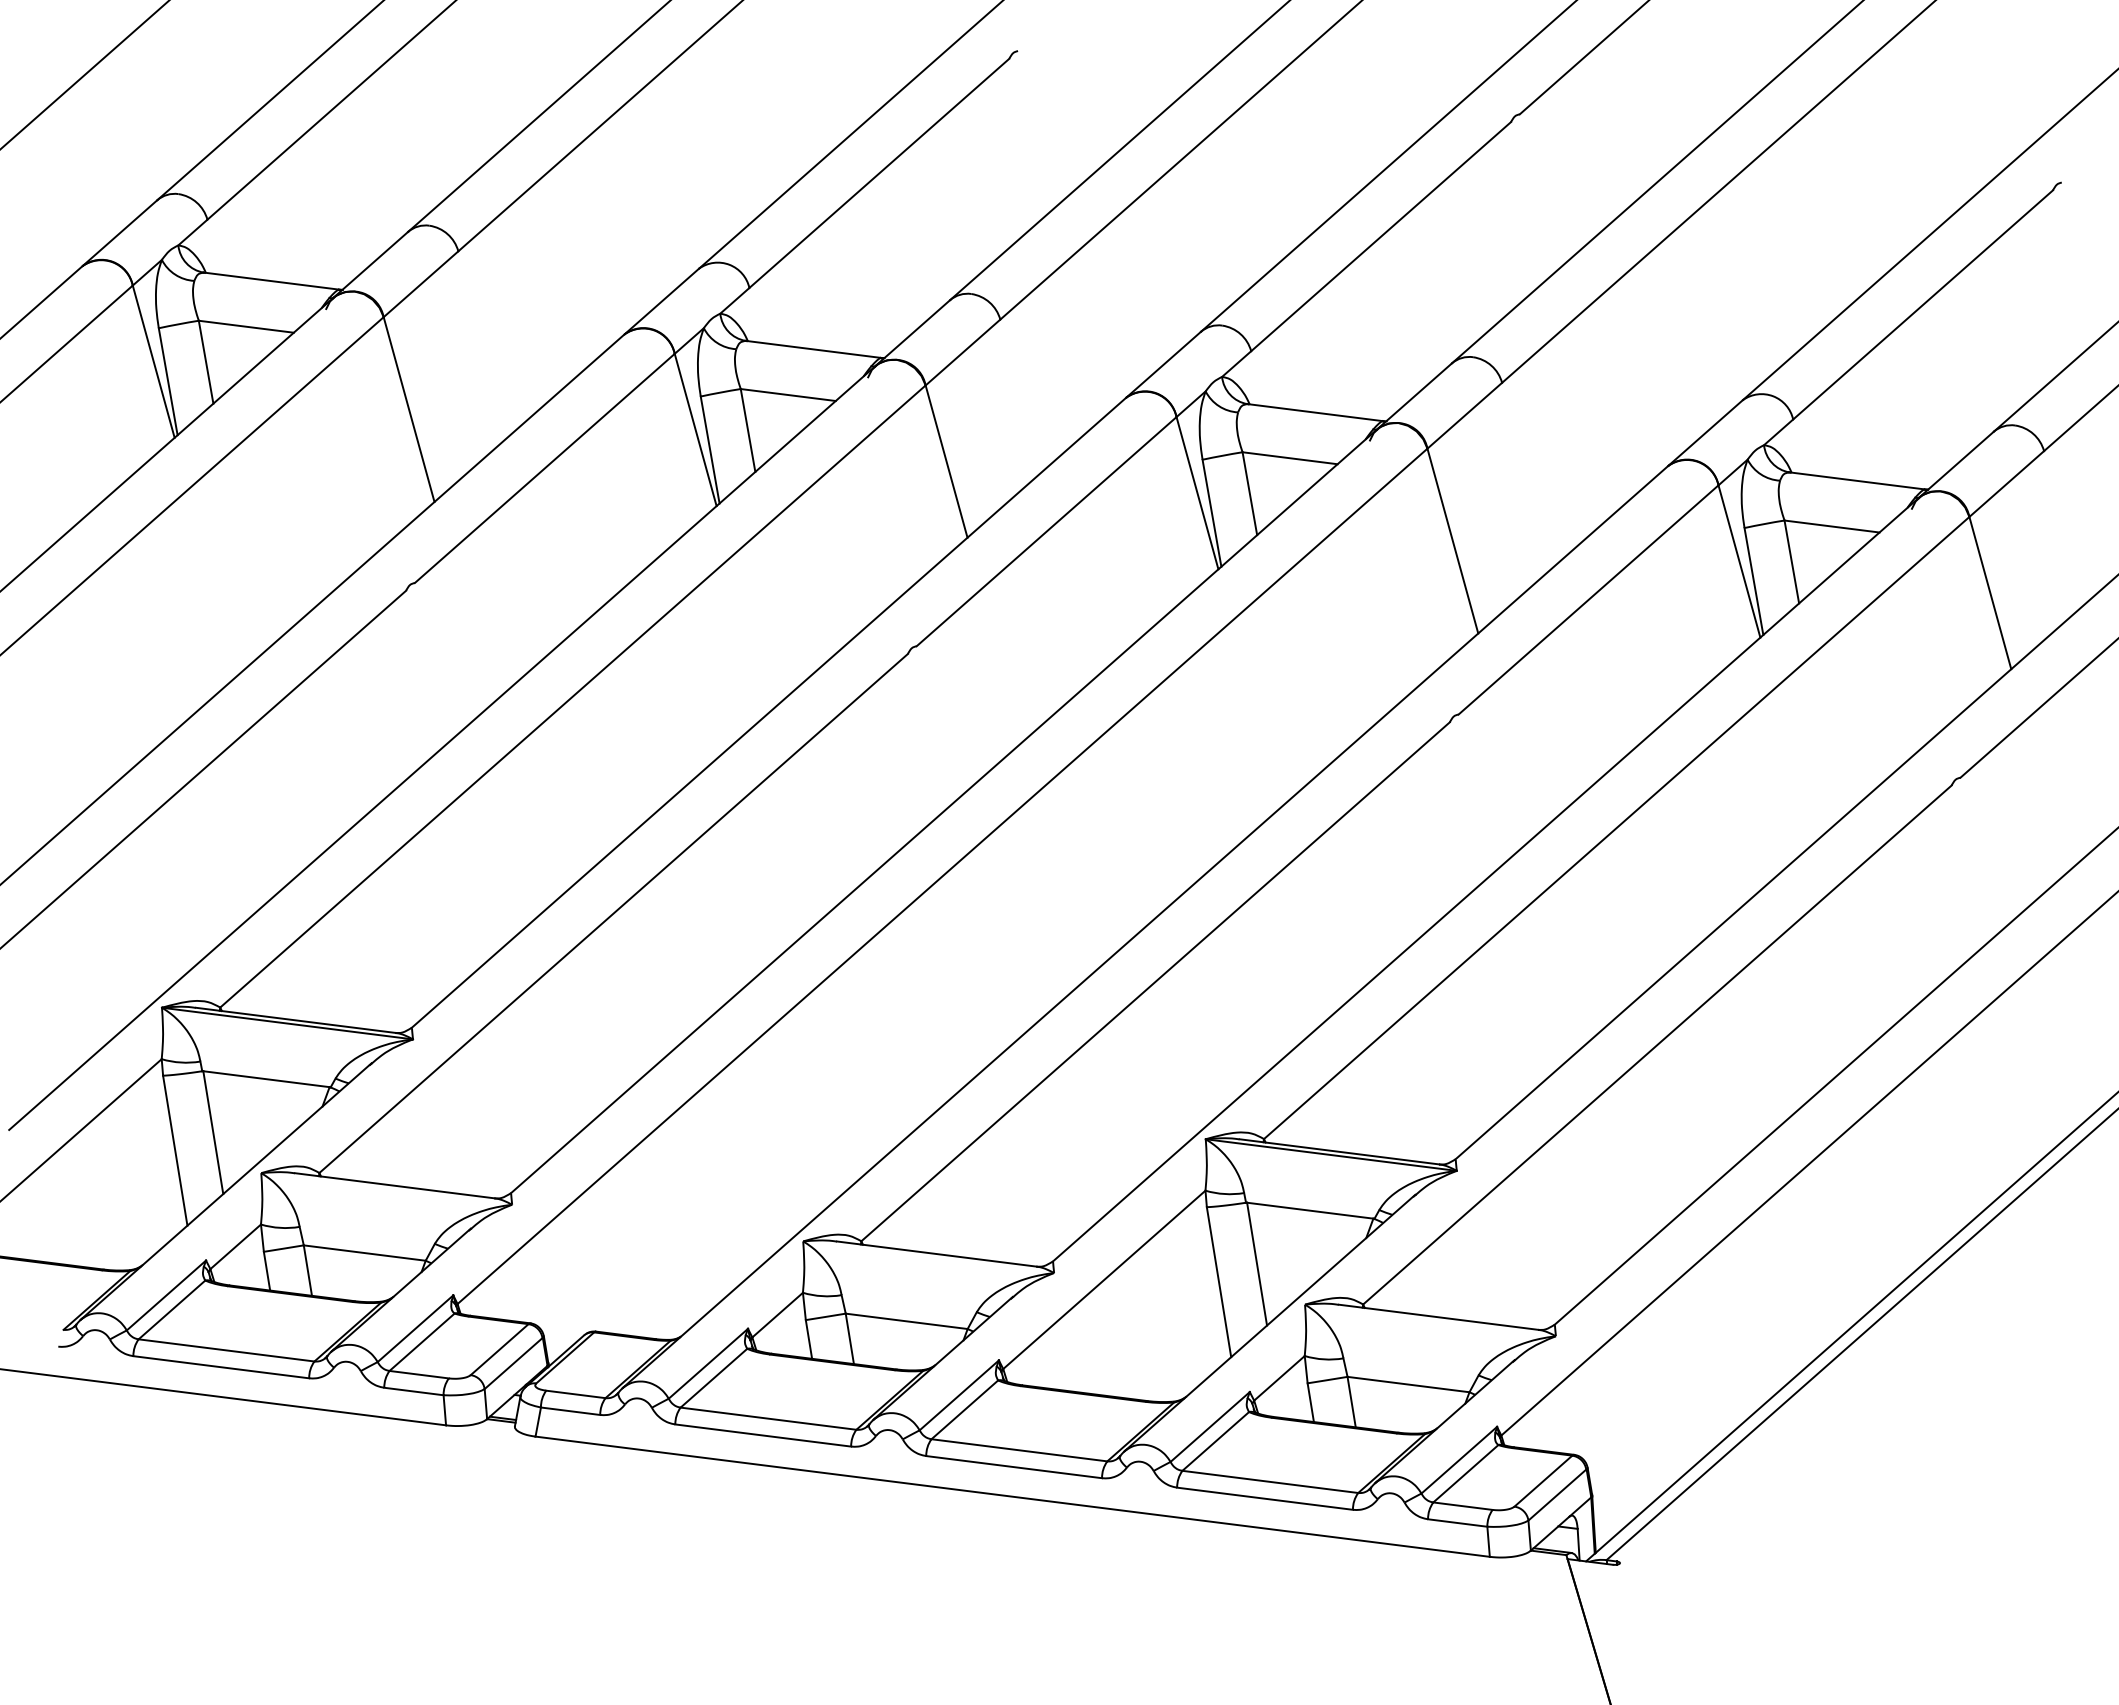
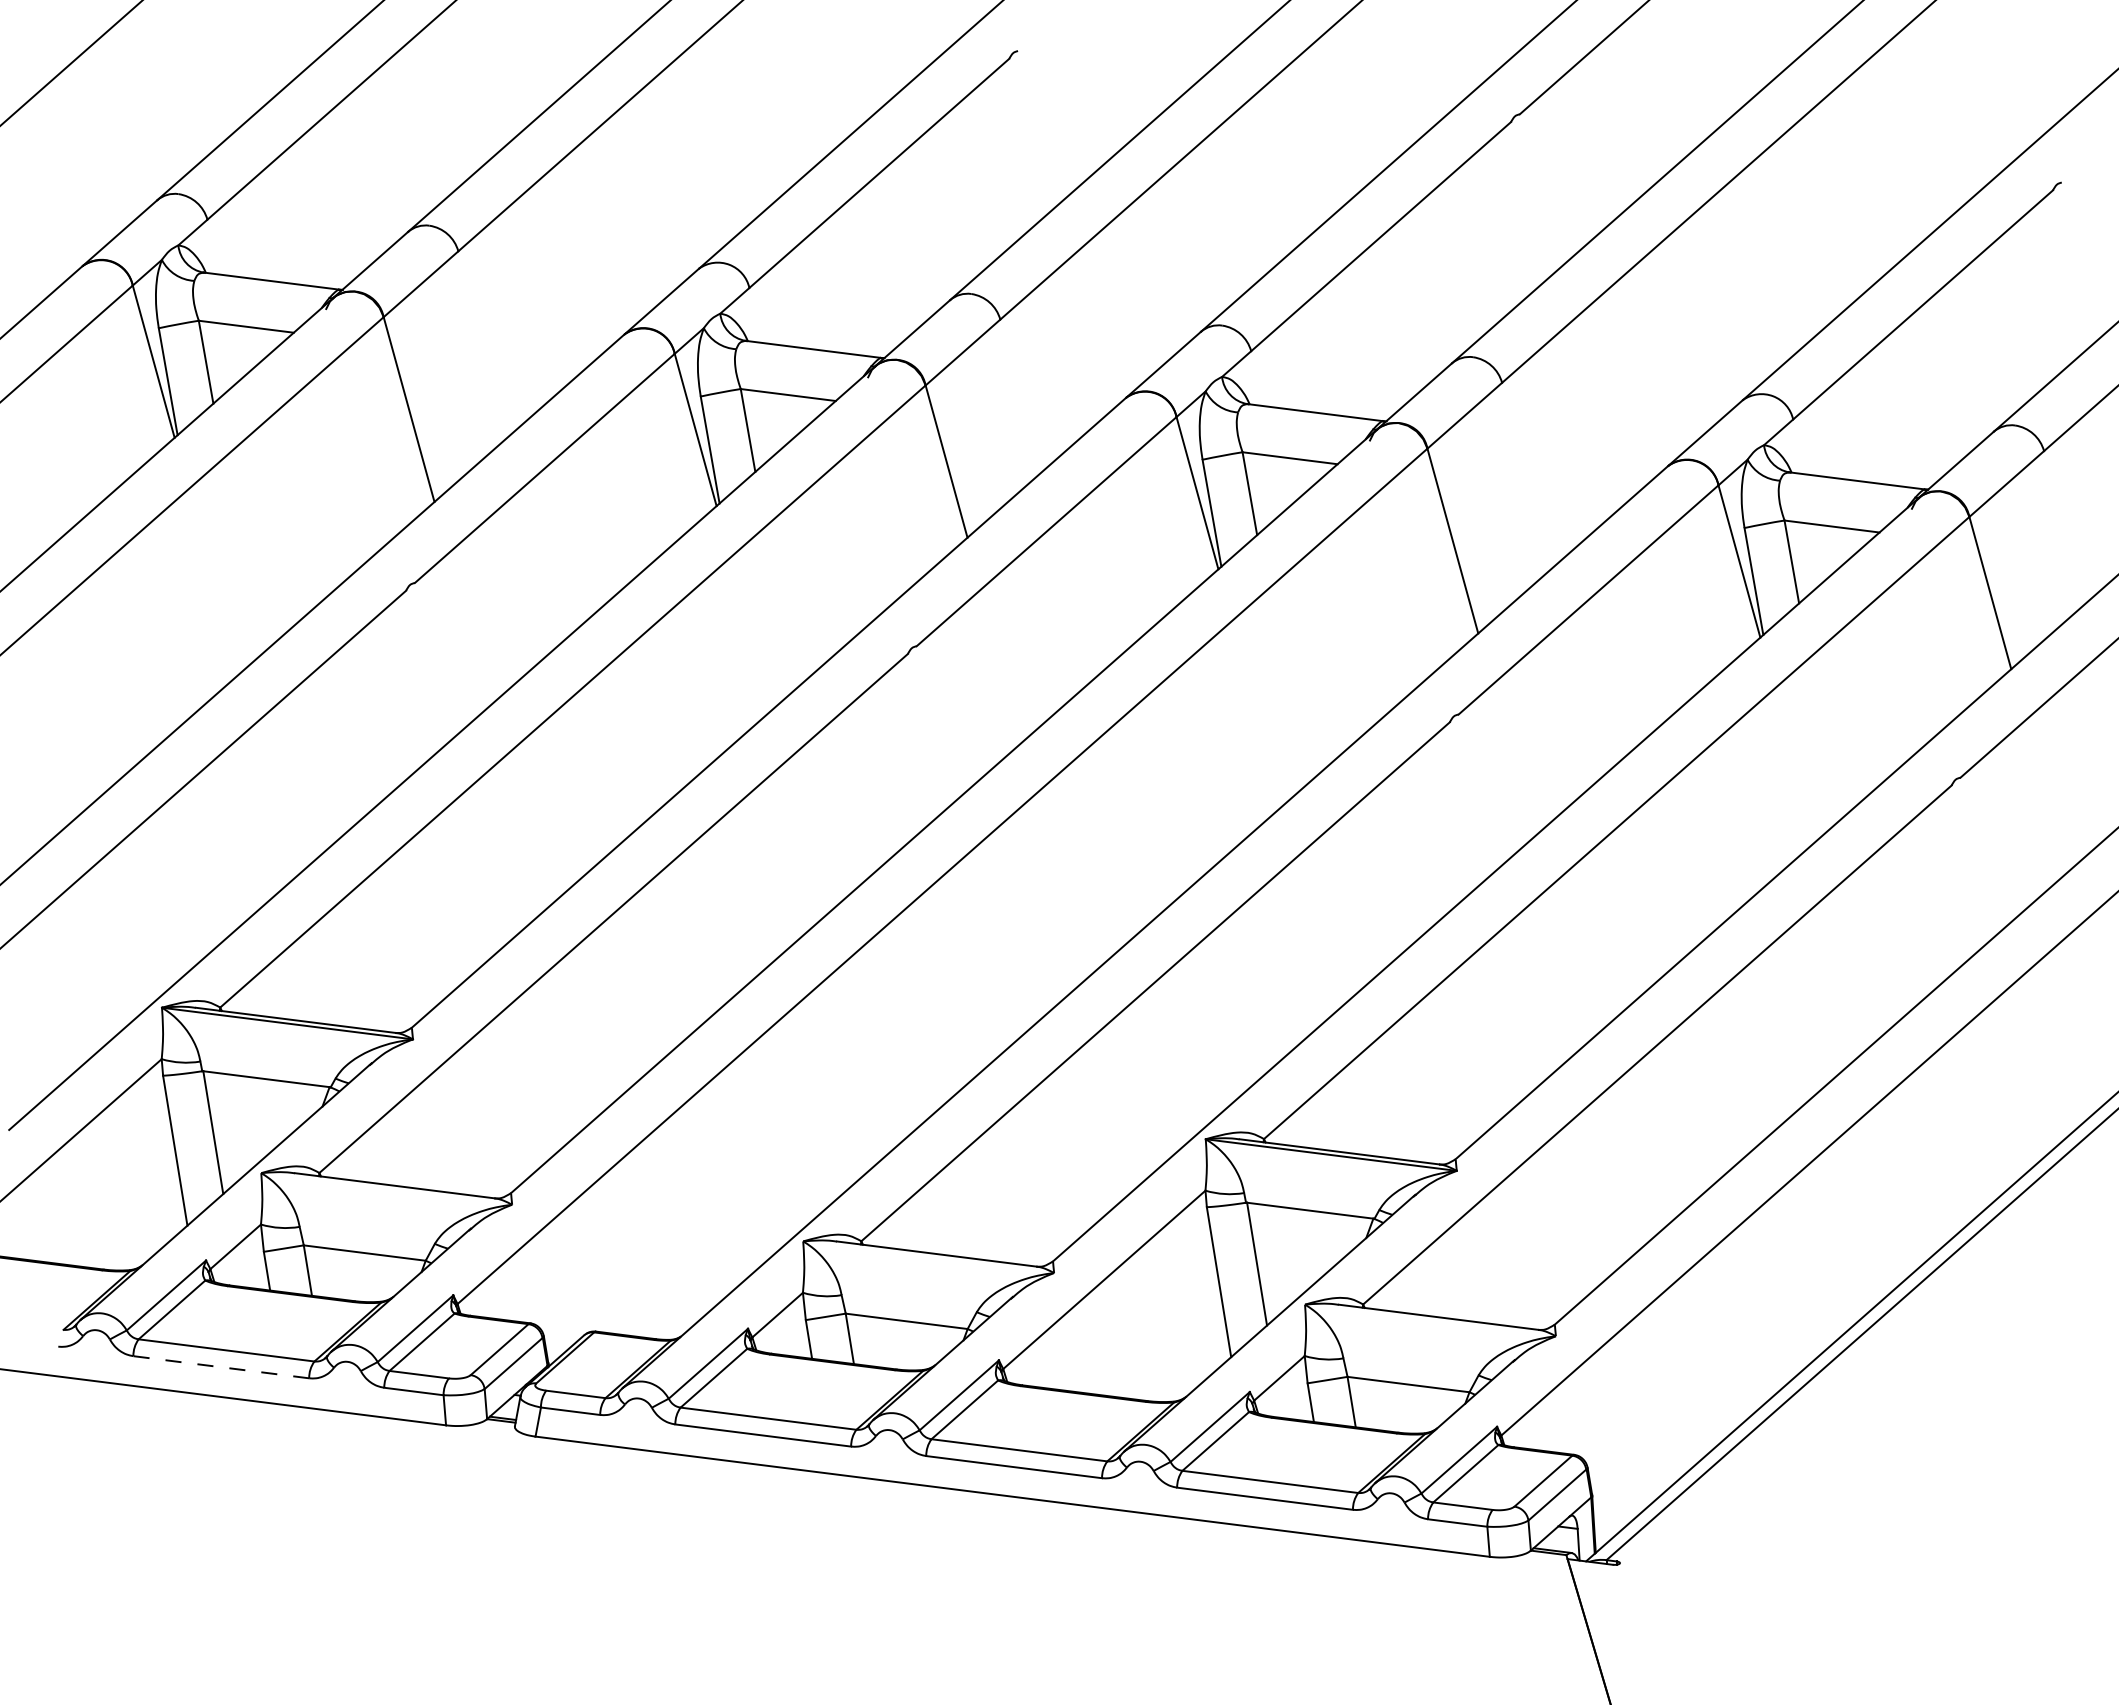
line at (84, 74) position: (84, 74) -> (71, 63)
line at (221, 1367): solid -> dashed
